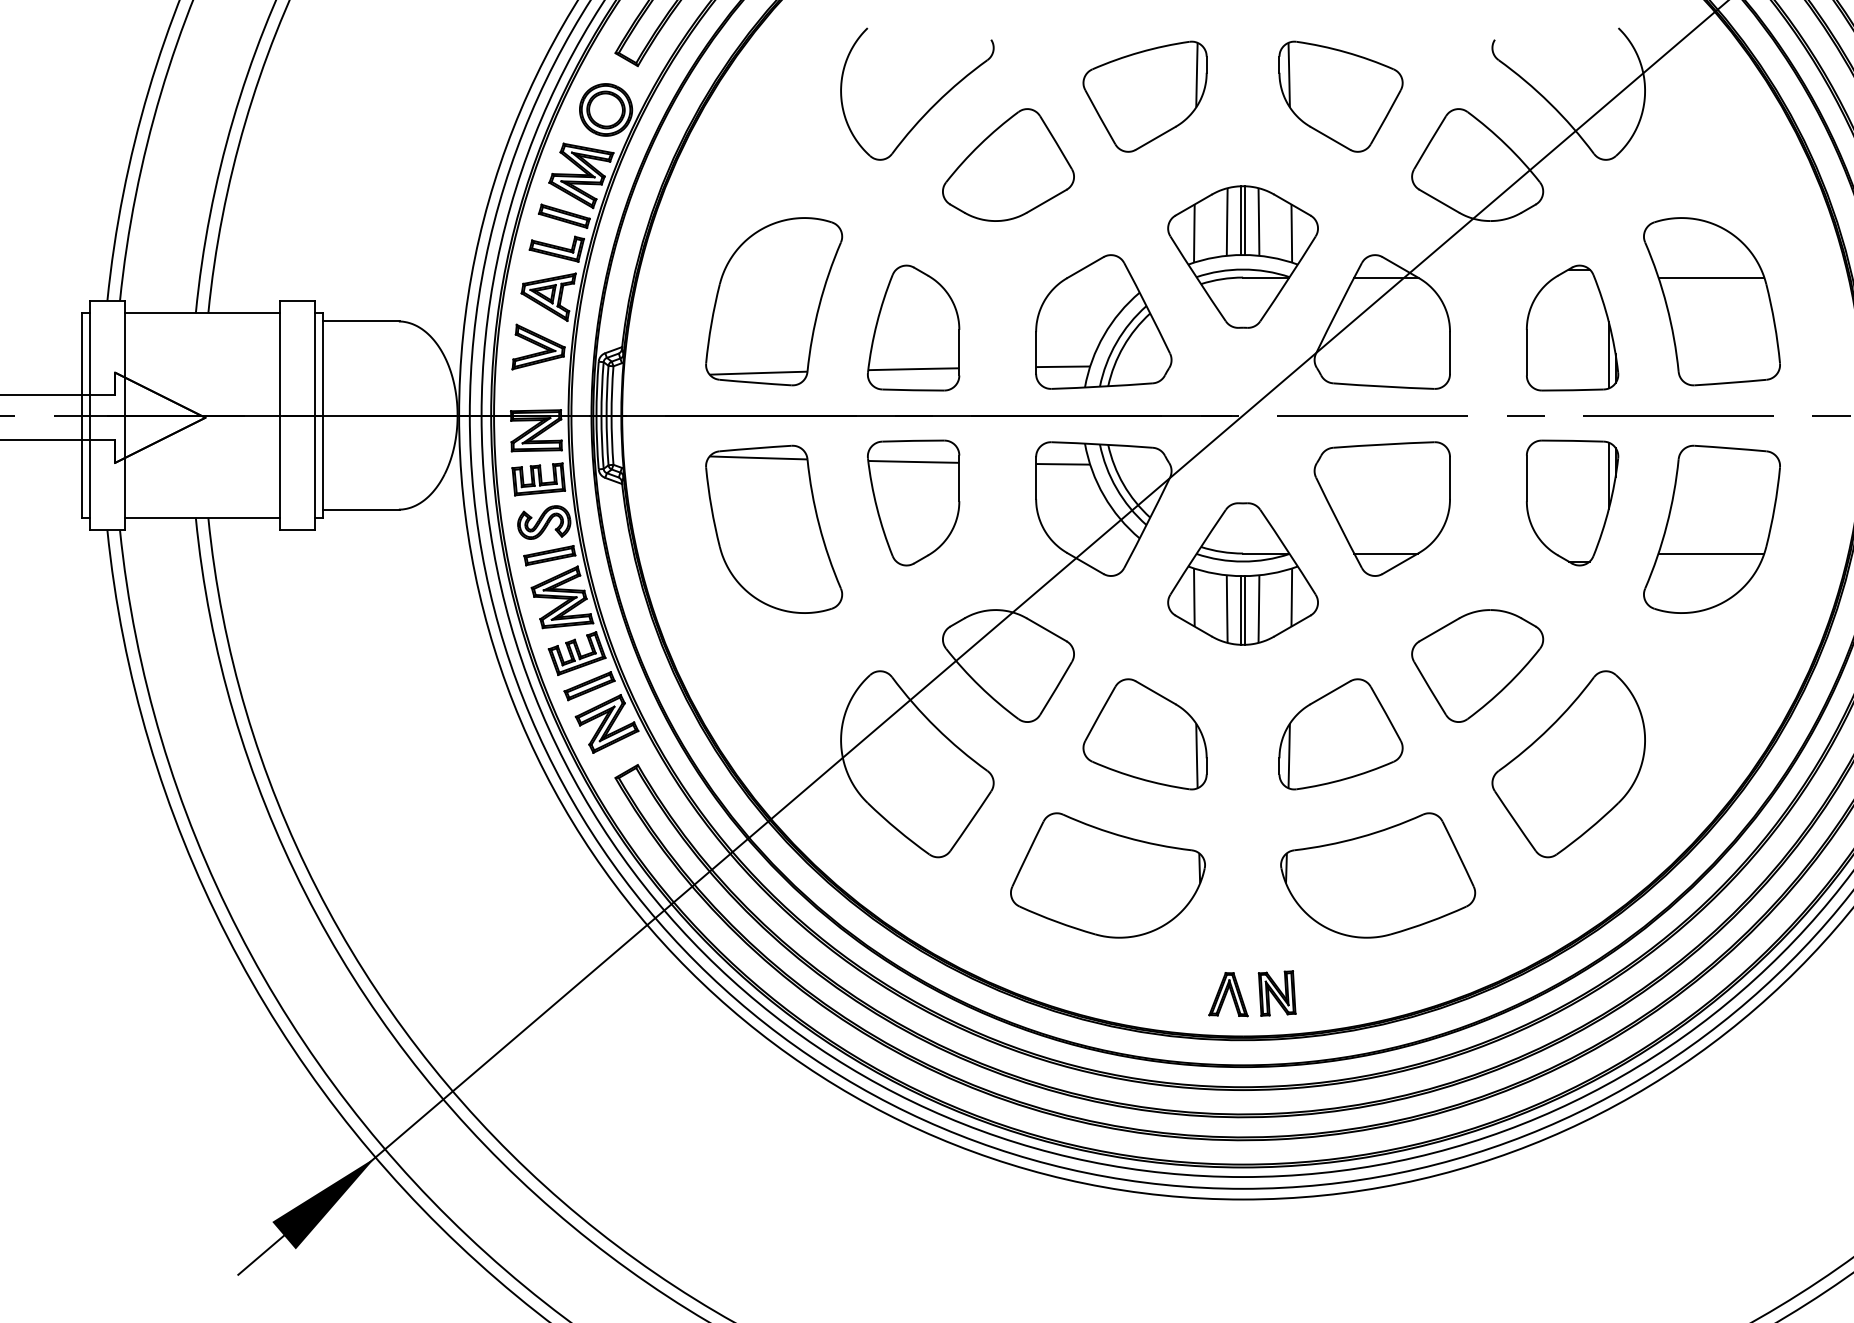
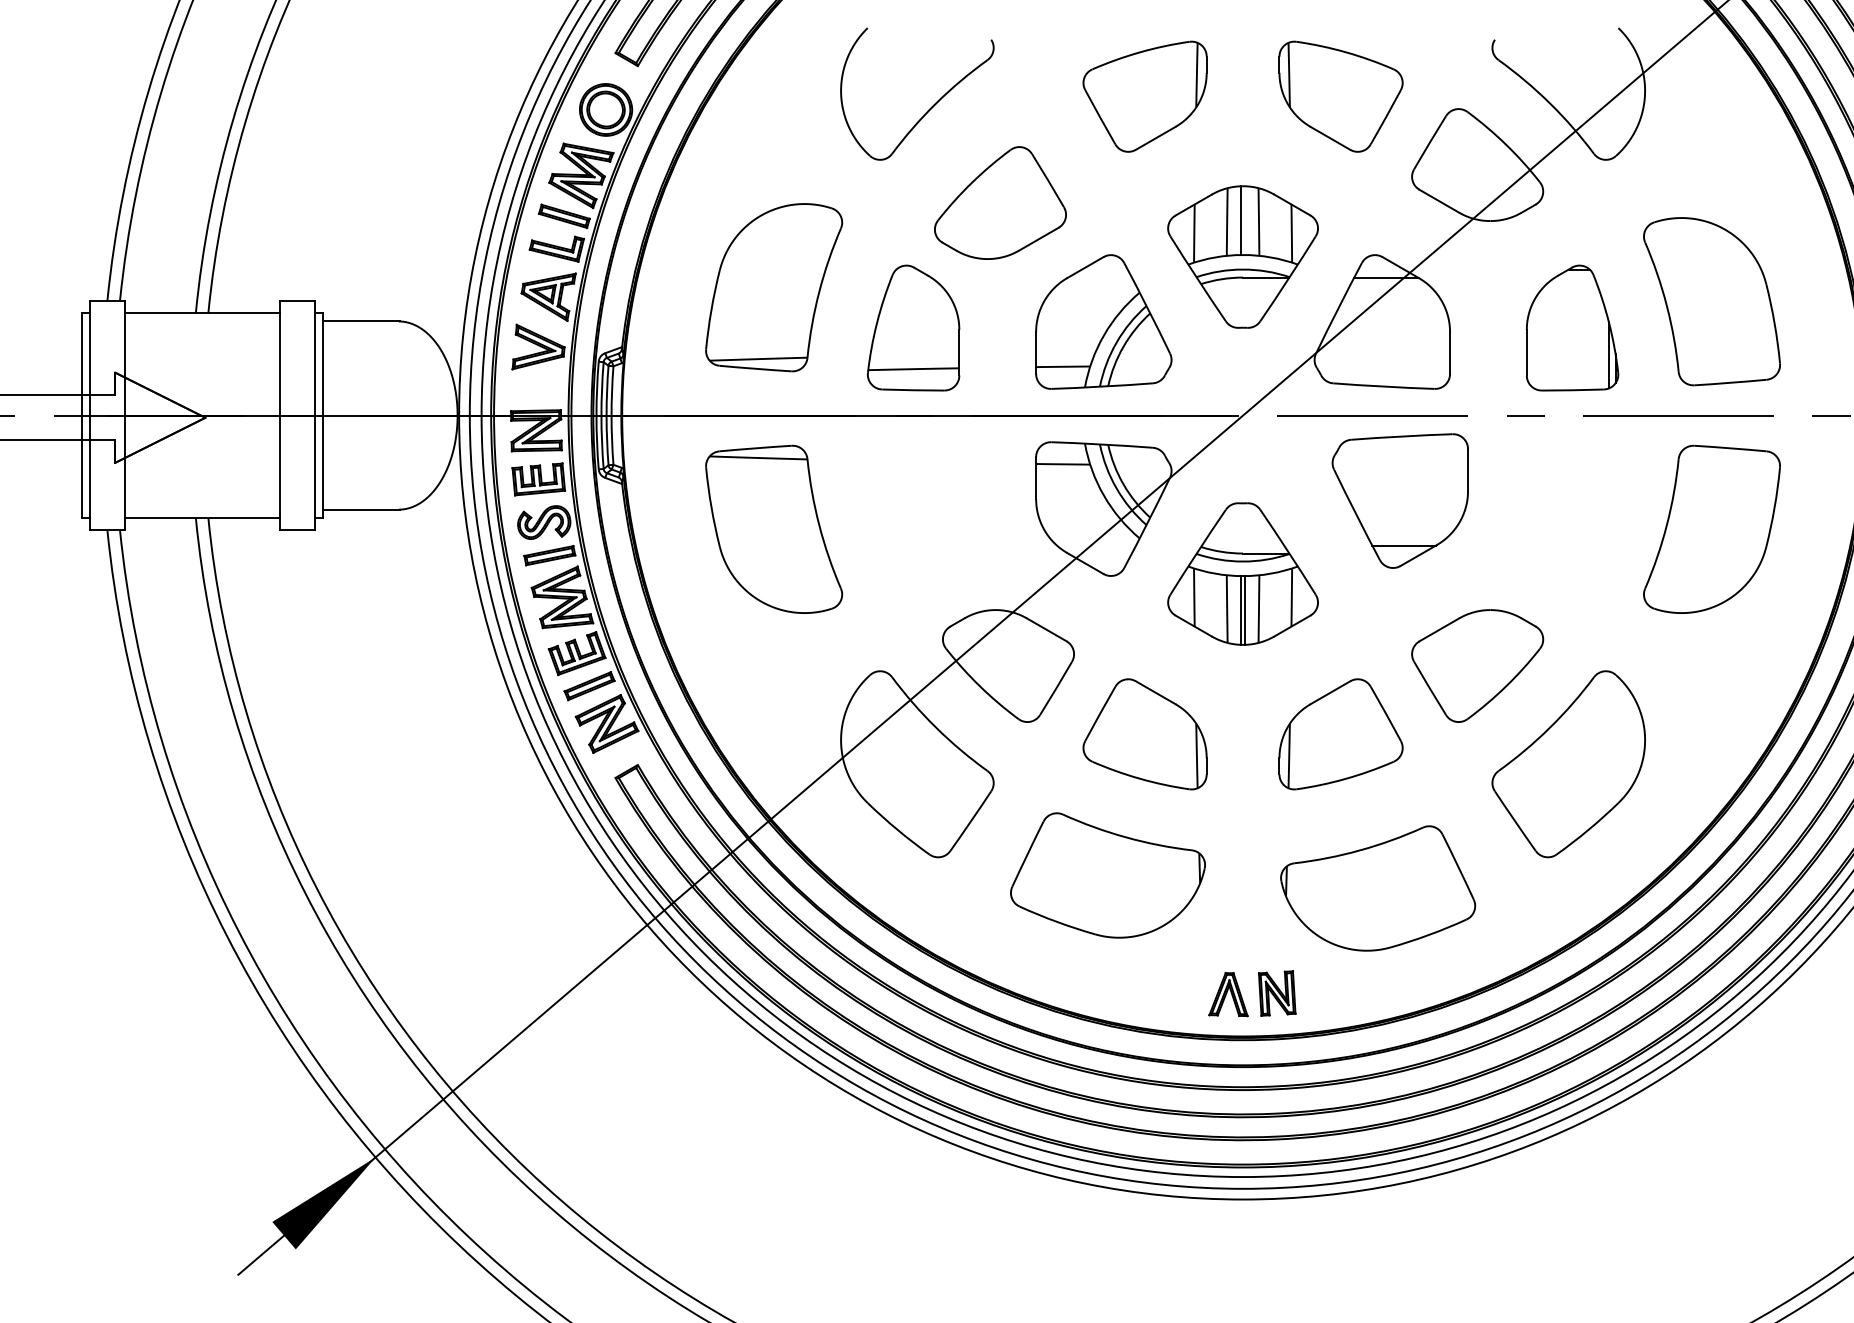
part at (1008, 164) position: (1008, 164) -> (1000, 202)
line at (1245, 220): present -> none
line at (1711, 277): present -> none
part at (774, 301) position: (774, 301) -> (774, 287)
part at (913, 502): present -> none
part at (1572, 502): present -> none
part at (1381, 508) position: (1381, 508) -> (1399, 500)
line at (1711, 553): present -> none
part at (1378, 875) position: (1378, 875) -> (1378, 888)
